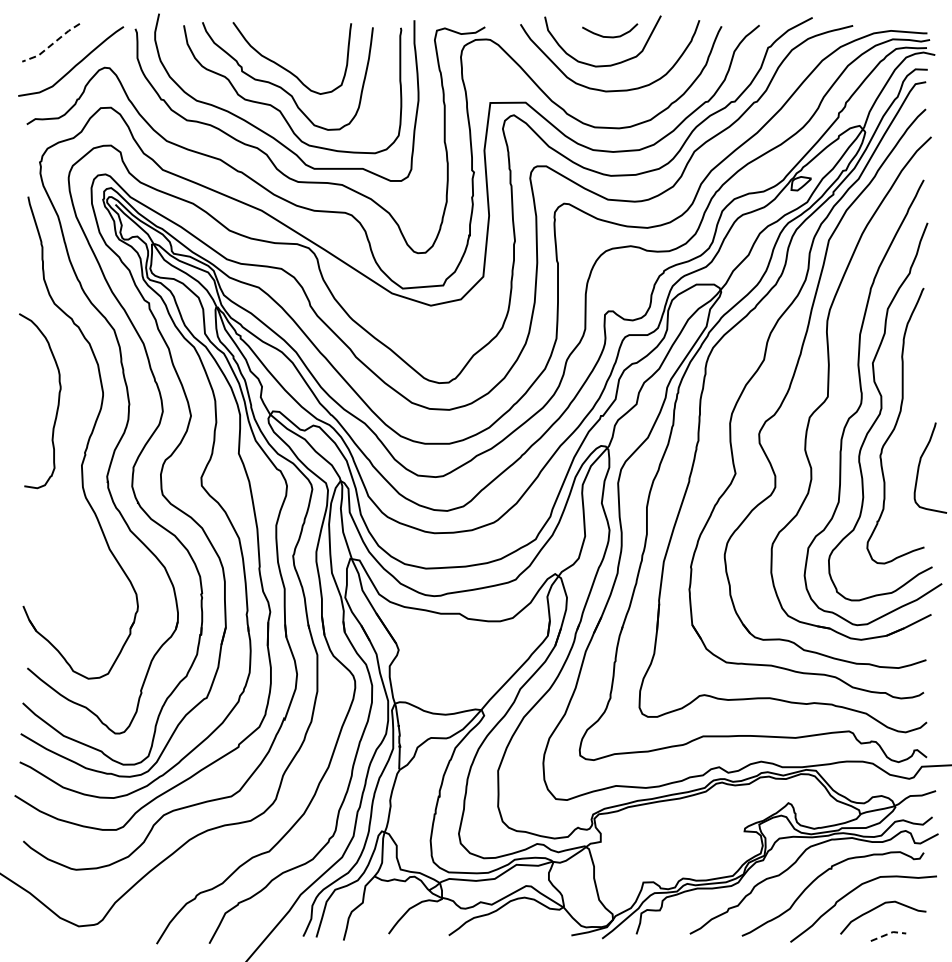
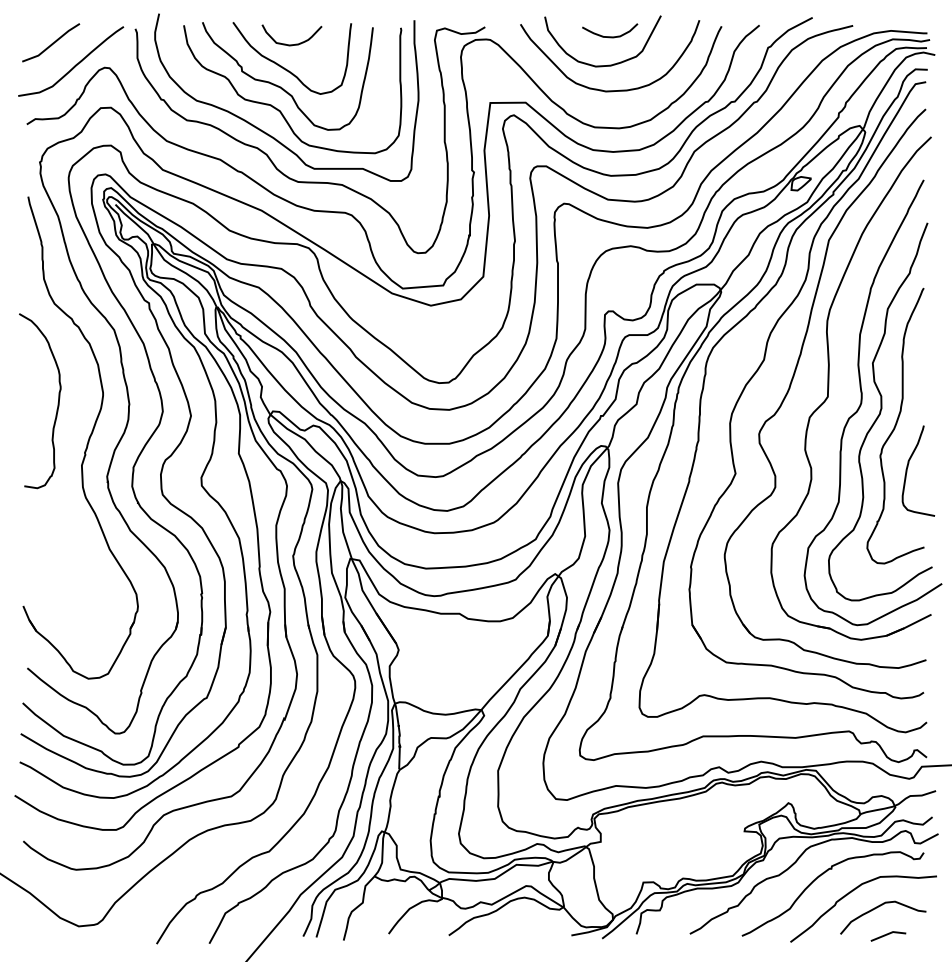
curve at (295, 43): none -> present
line at (52, 44): dashed -> solid
curve at (920, 464) position: (920, 464) -> (908, 467)
line at (888, 933): dashed -> solid
